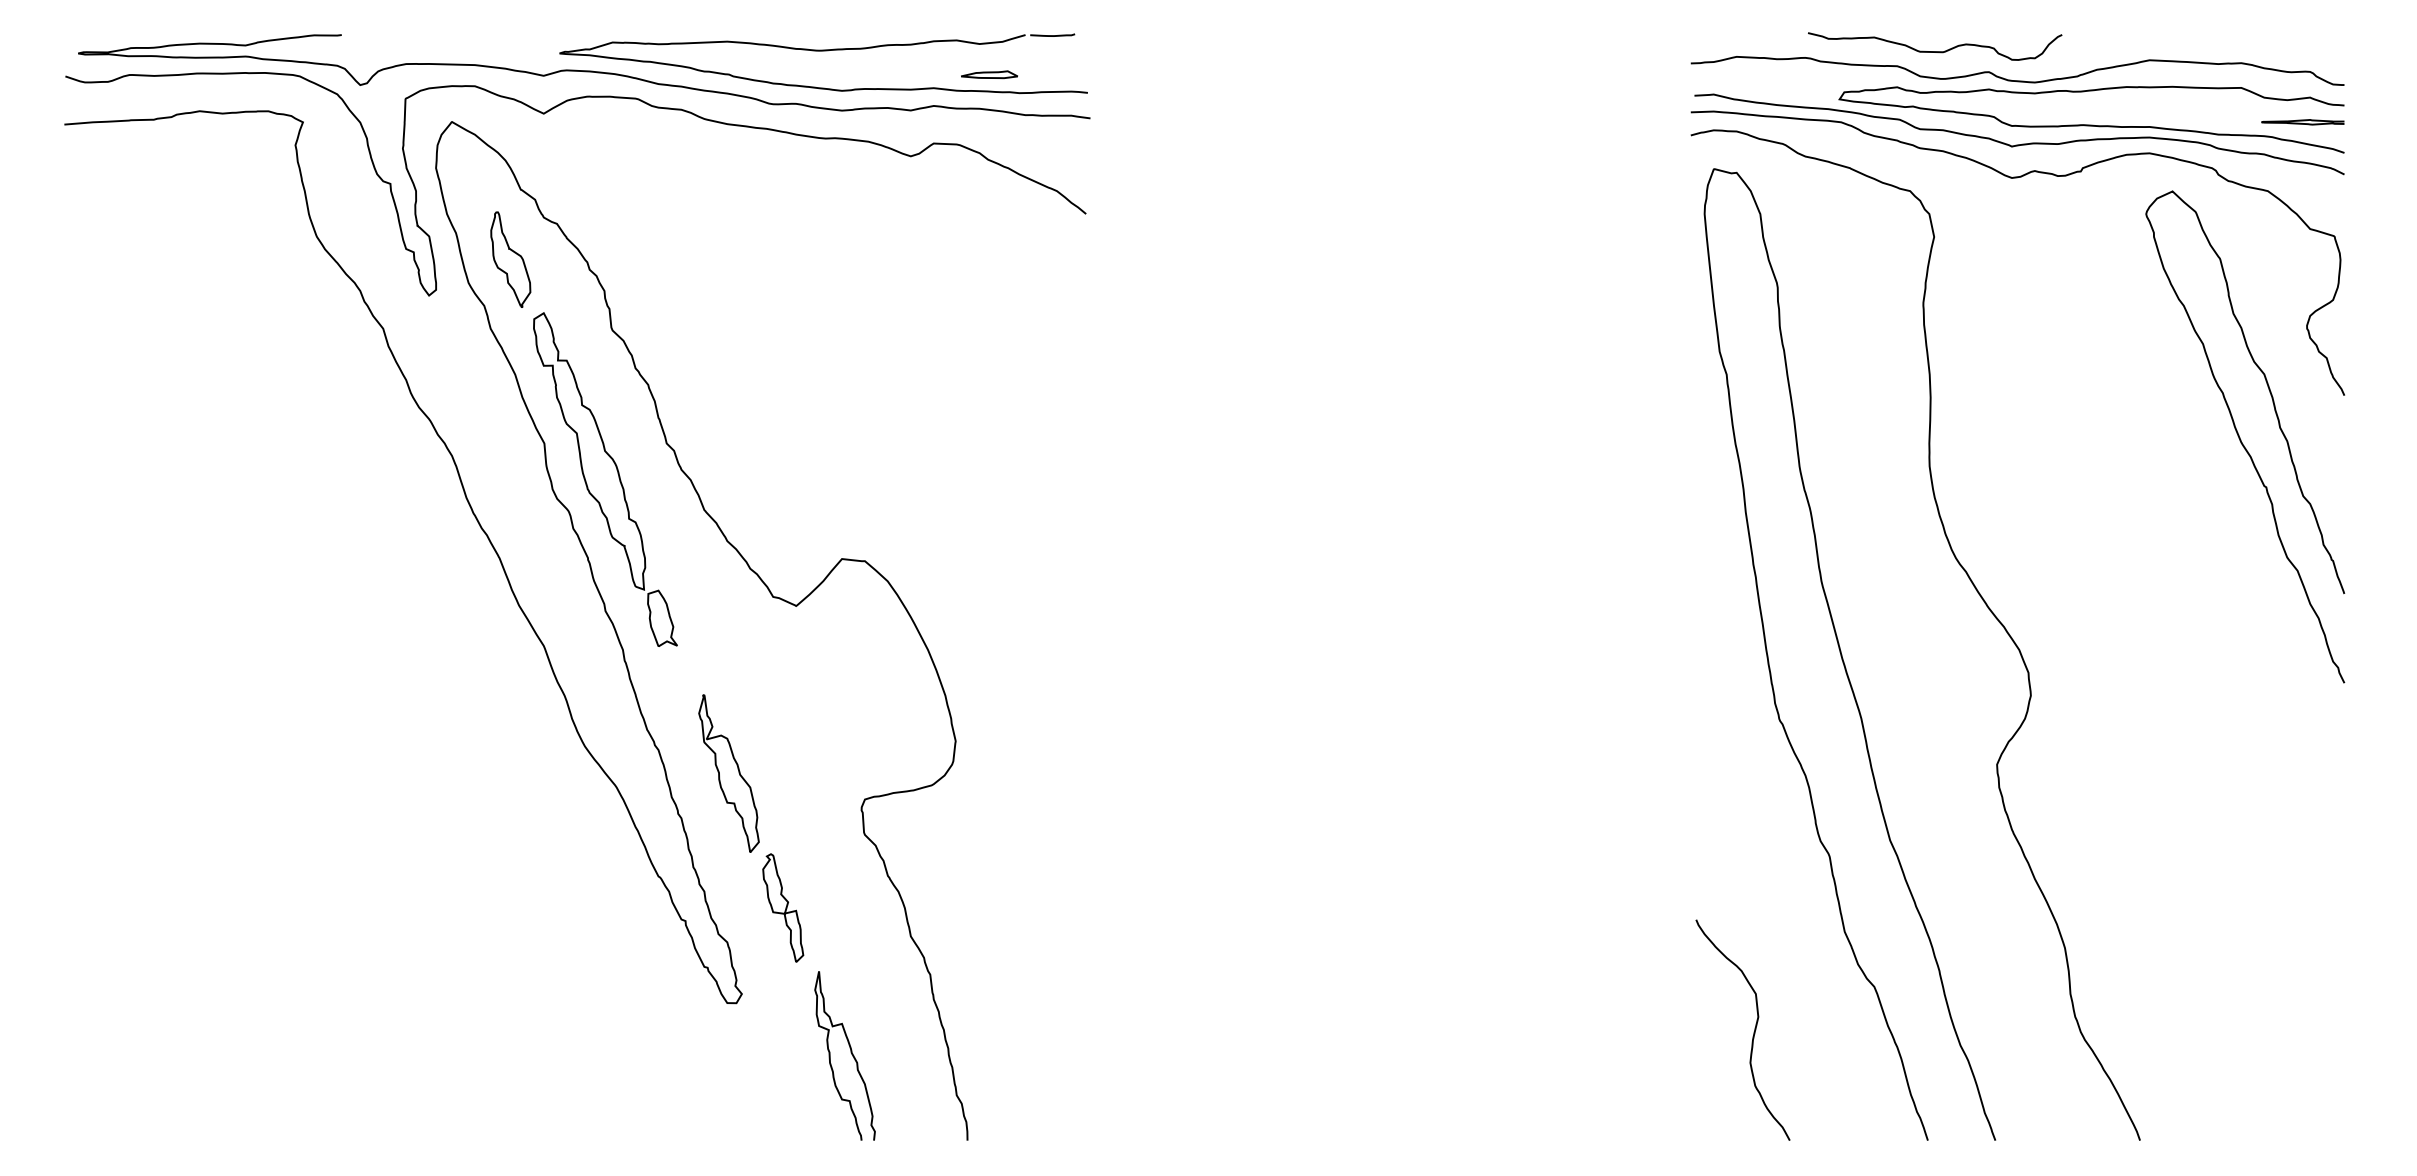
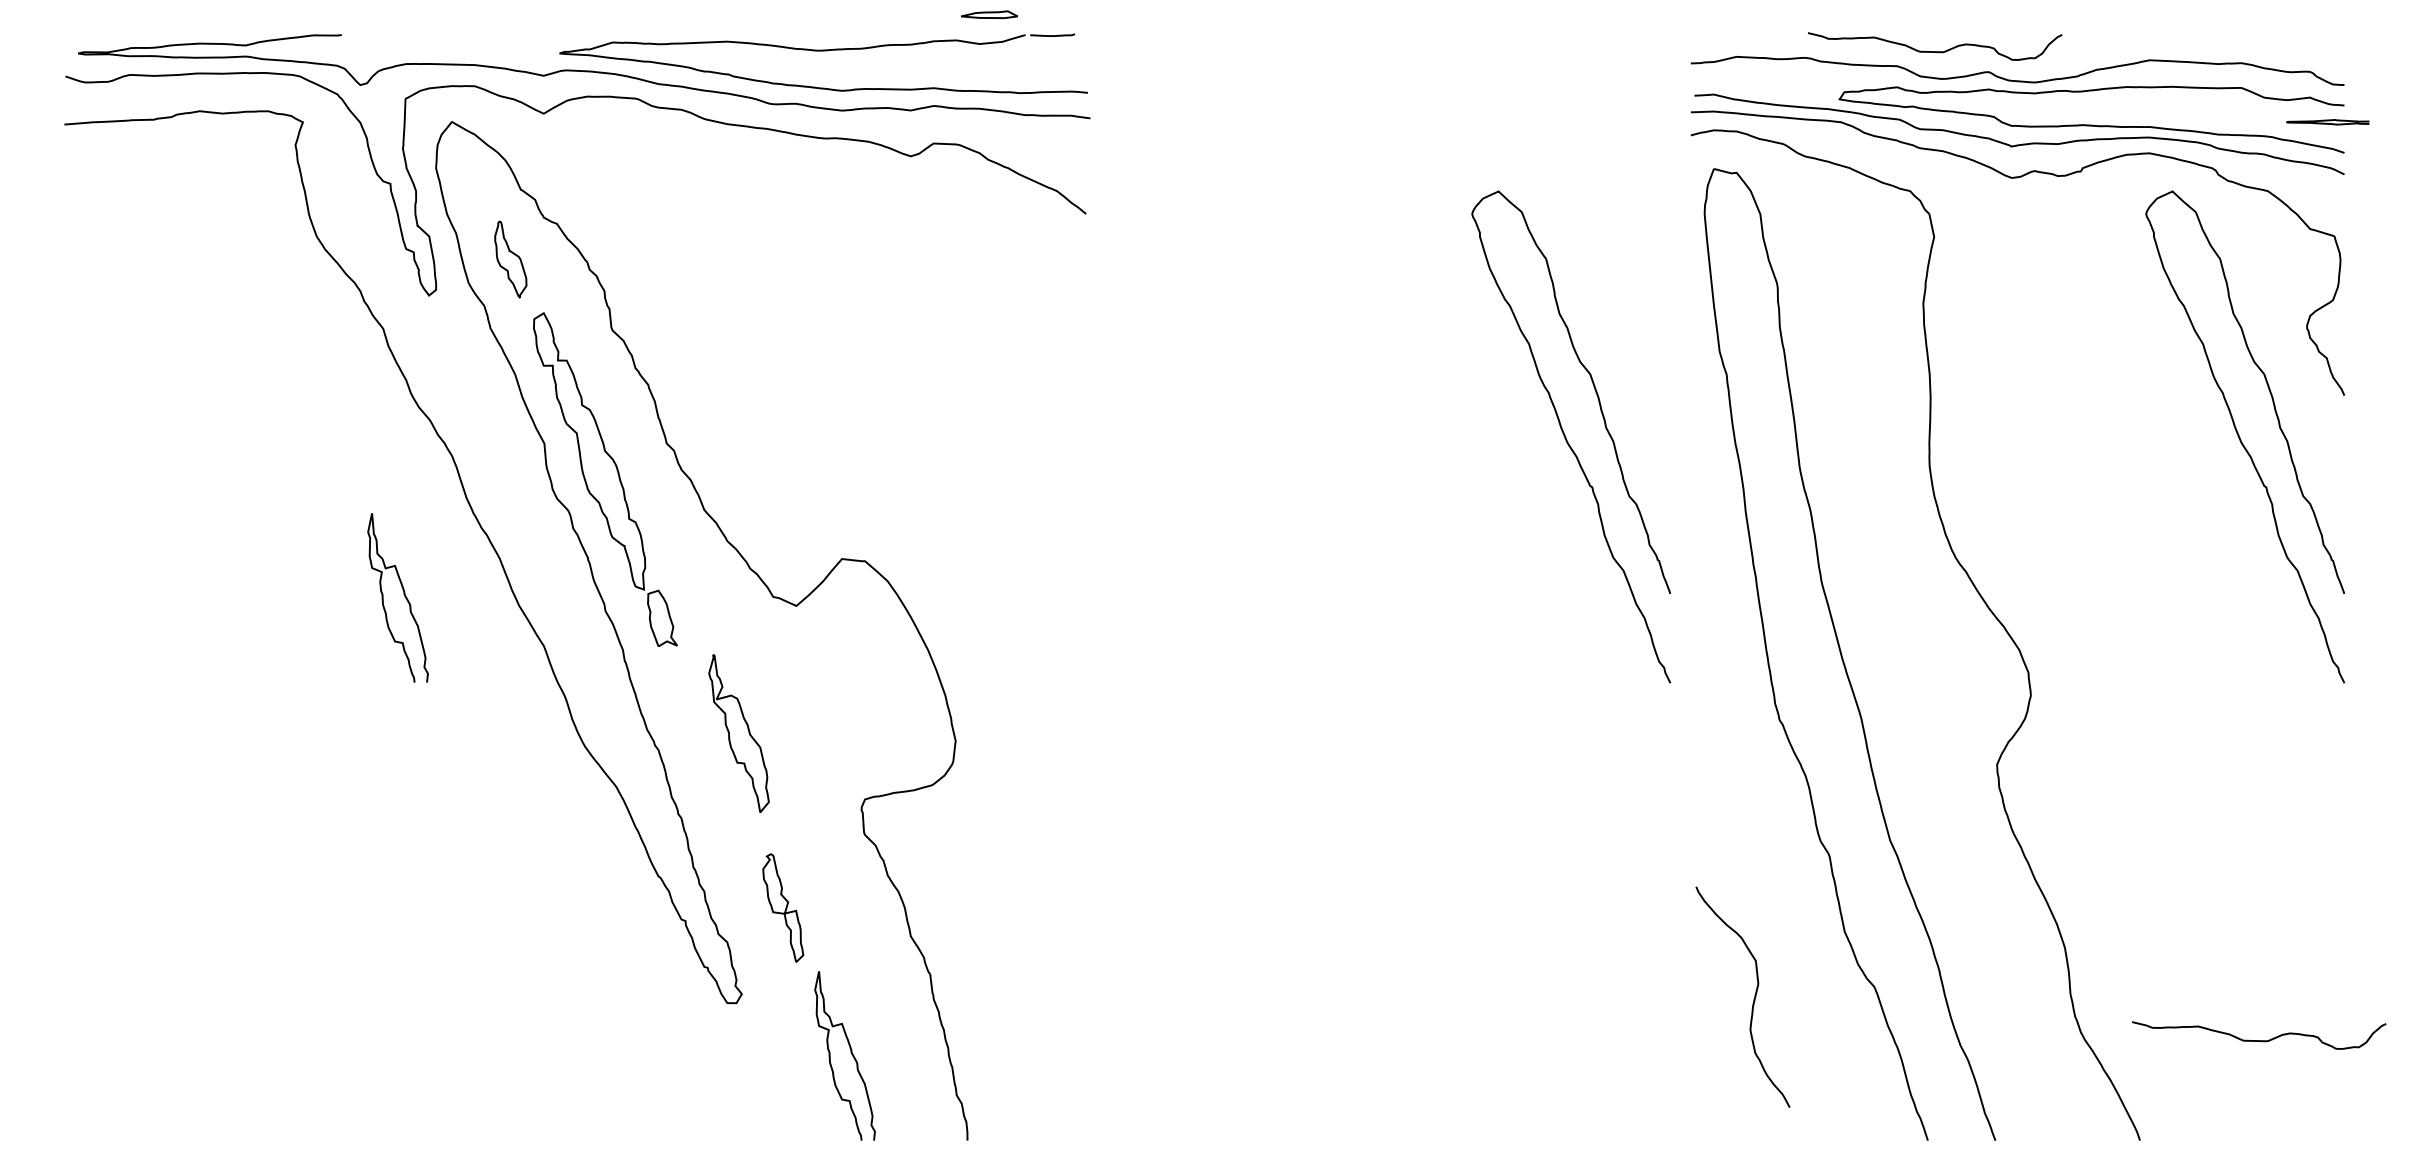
part at (989, 74) position: (989, 74) -> (989, 14)
curve at (2302, 121) position: (2302, 121) -> (2327, 121)
part at (510, 259) size: 42x97 px -> 34x79 px
curve at (1567, 439): none -> present
curve at (403, 594): none -> present
part at (728, 773) position: (728, 773) -> (738, 733)
curve at (1753, 1032) position: (1753, 1032) -> (1753, 999)
curve at (2259, 1040): none -> present
